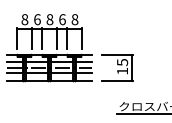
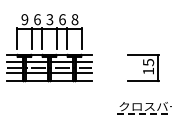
text at (24, 19): 8 -> 9
text at (49, 19): 8 -> 3
part at (117, 67) position: (117, 67) -> (143, 67)
line at (145, 114): solid -> dashed
